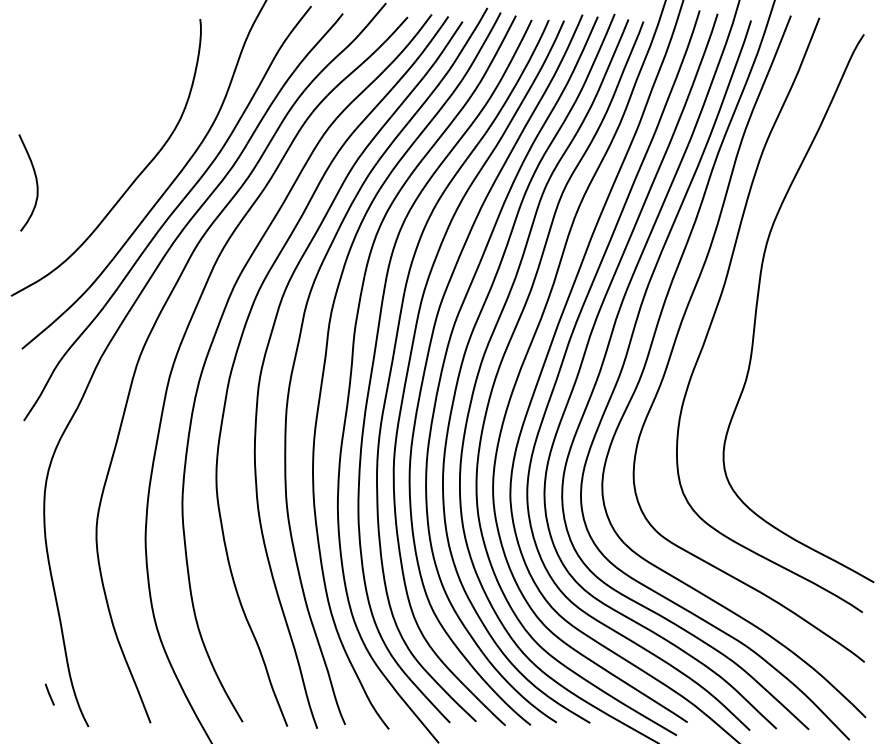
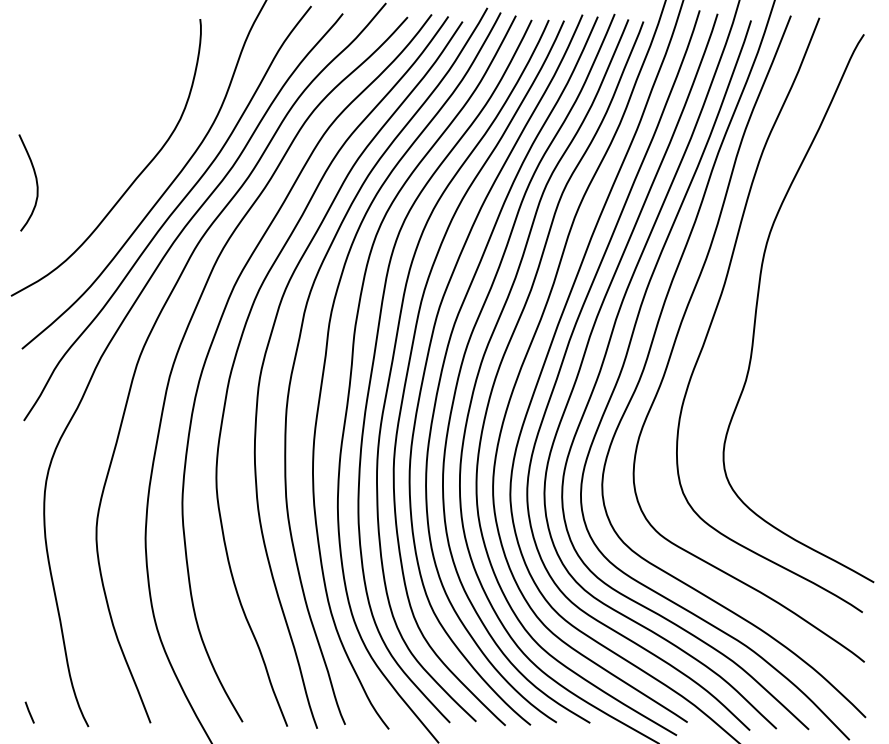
line at (49, 694) position: (49, 694) -> (29, 712)
